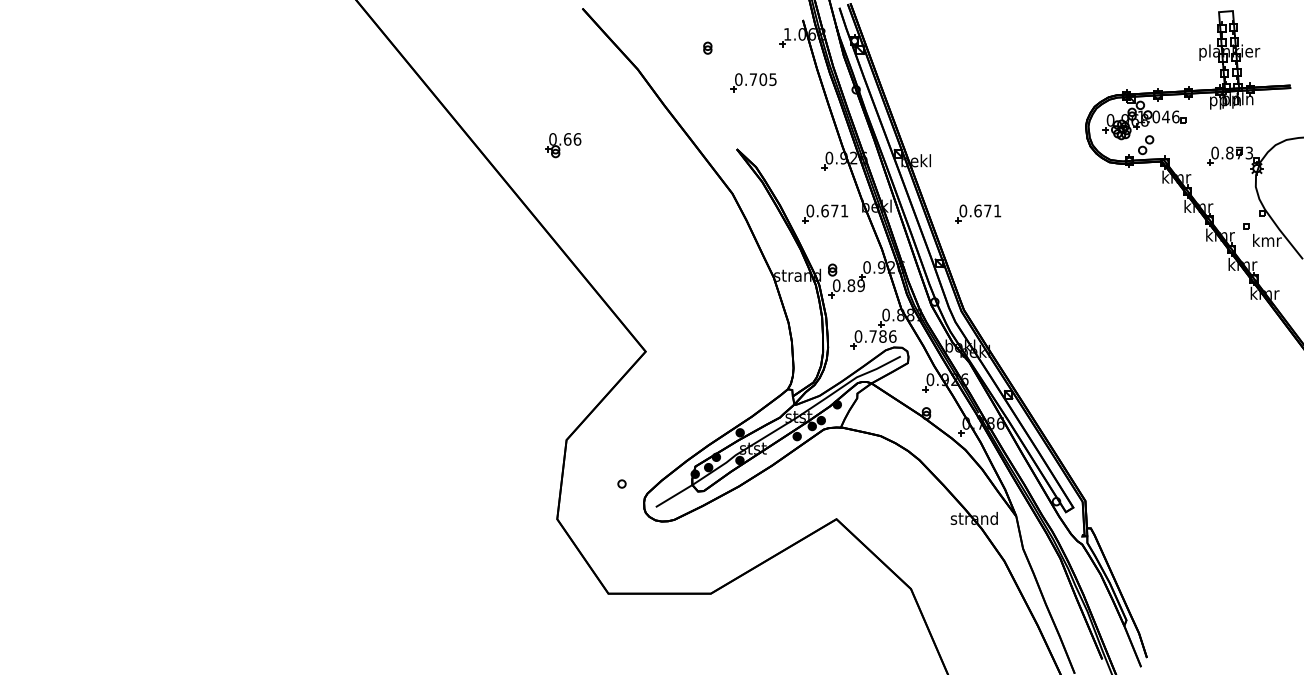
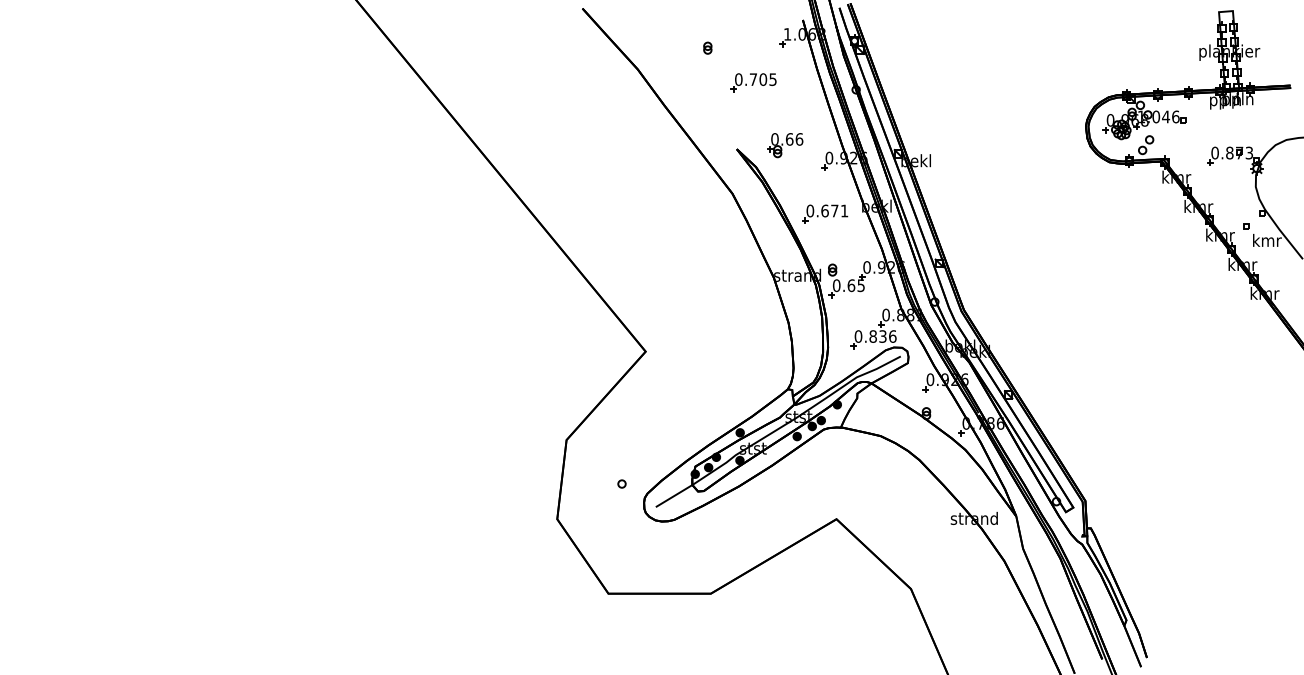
part at (563, 145) position: (563, 145) -> (785, 145)
part at (978, 213): present -> none
text at (855, 285): 0.89 -> 0.65
text at (877, 336): 0.786 -> 0.836
